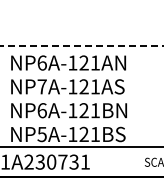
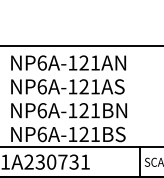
line at (81, 46): dashed -> solid
text at (41, 86): NP7A-121AS -> NP6A-121AS
text at (41, 134): NP5A-121BS -> NP6A-121BS
line at (140, 160): none -> present
